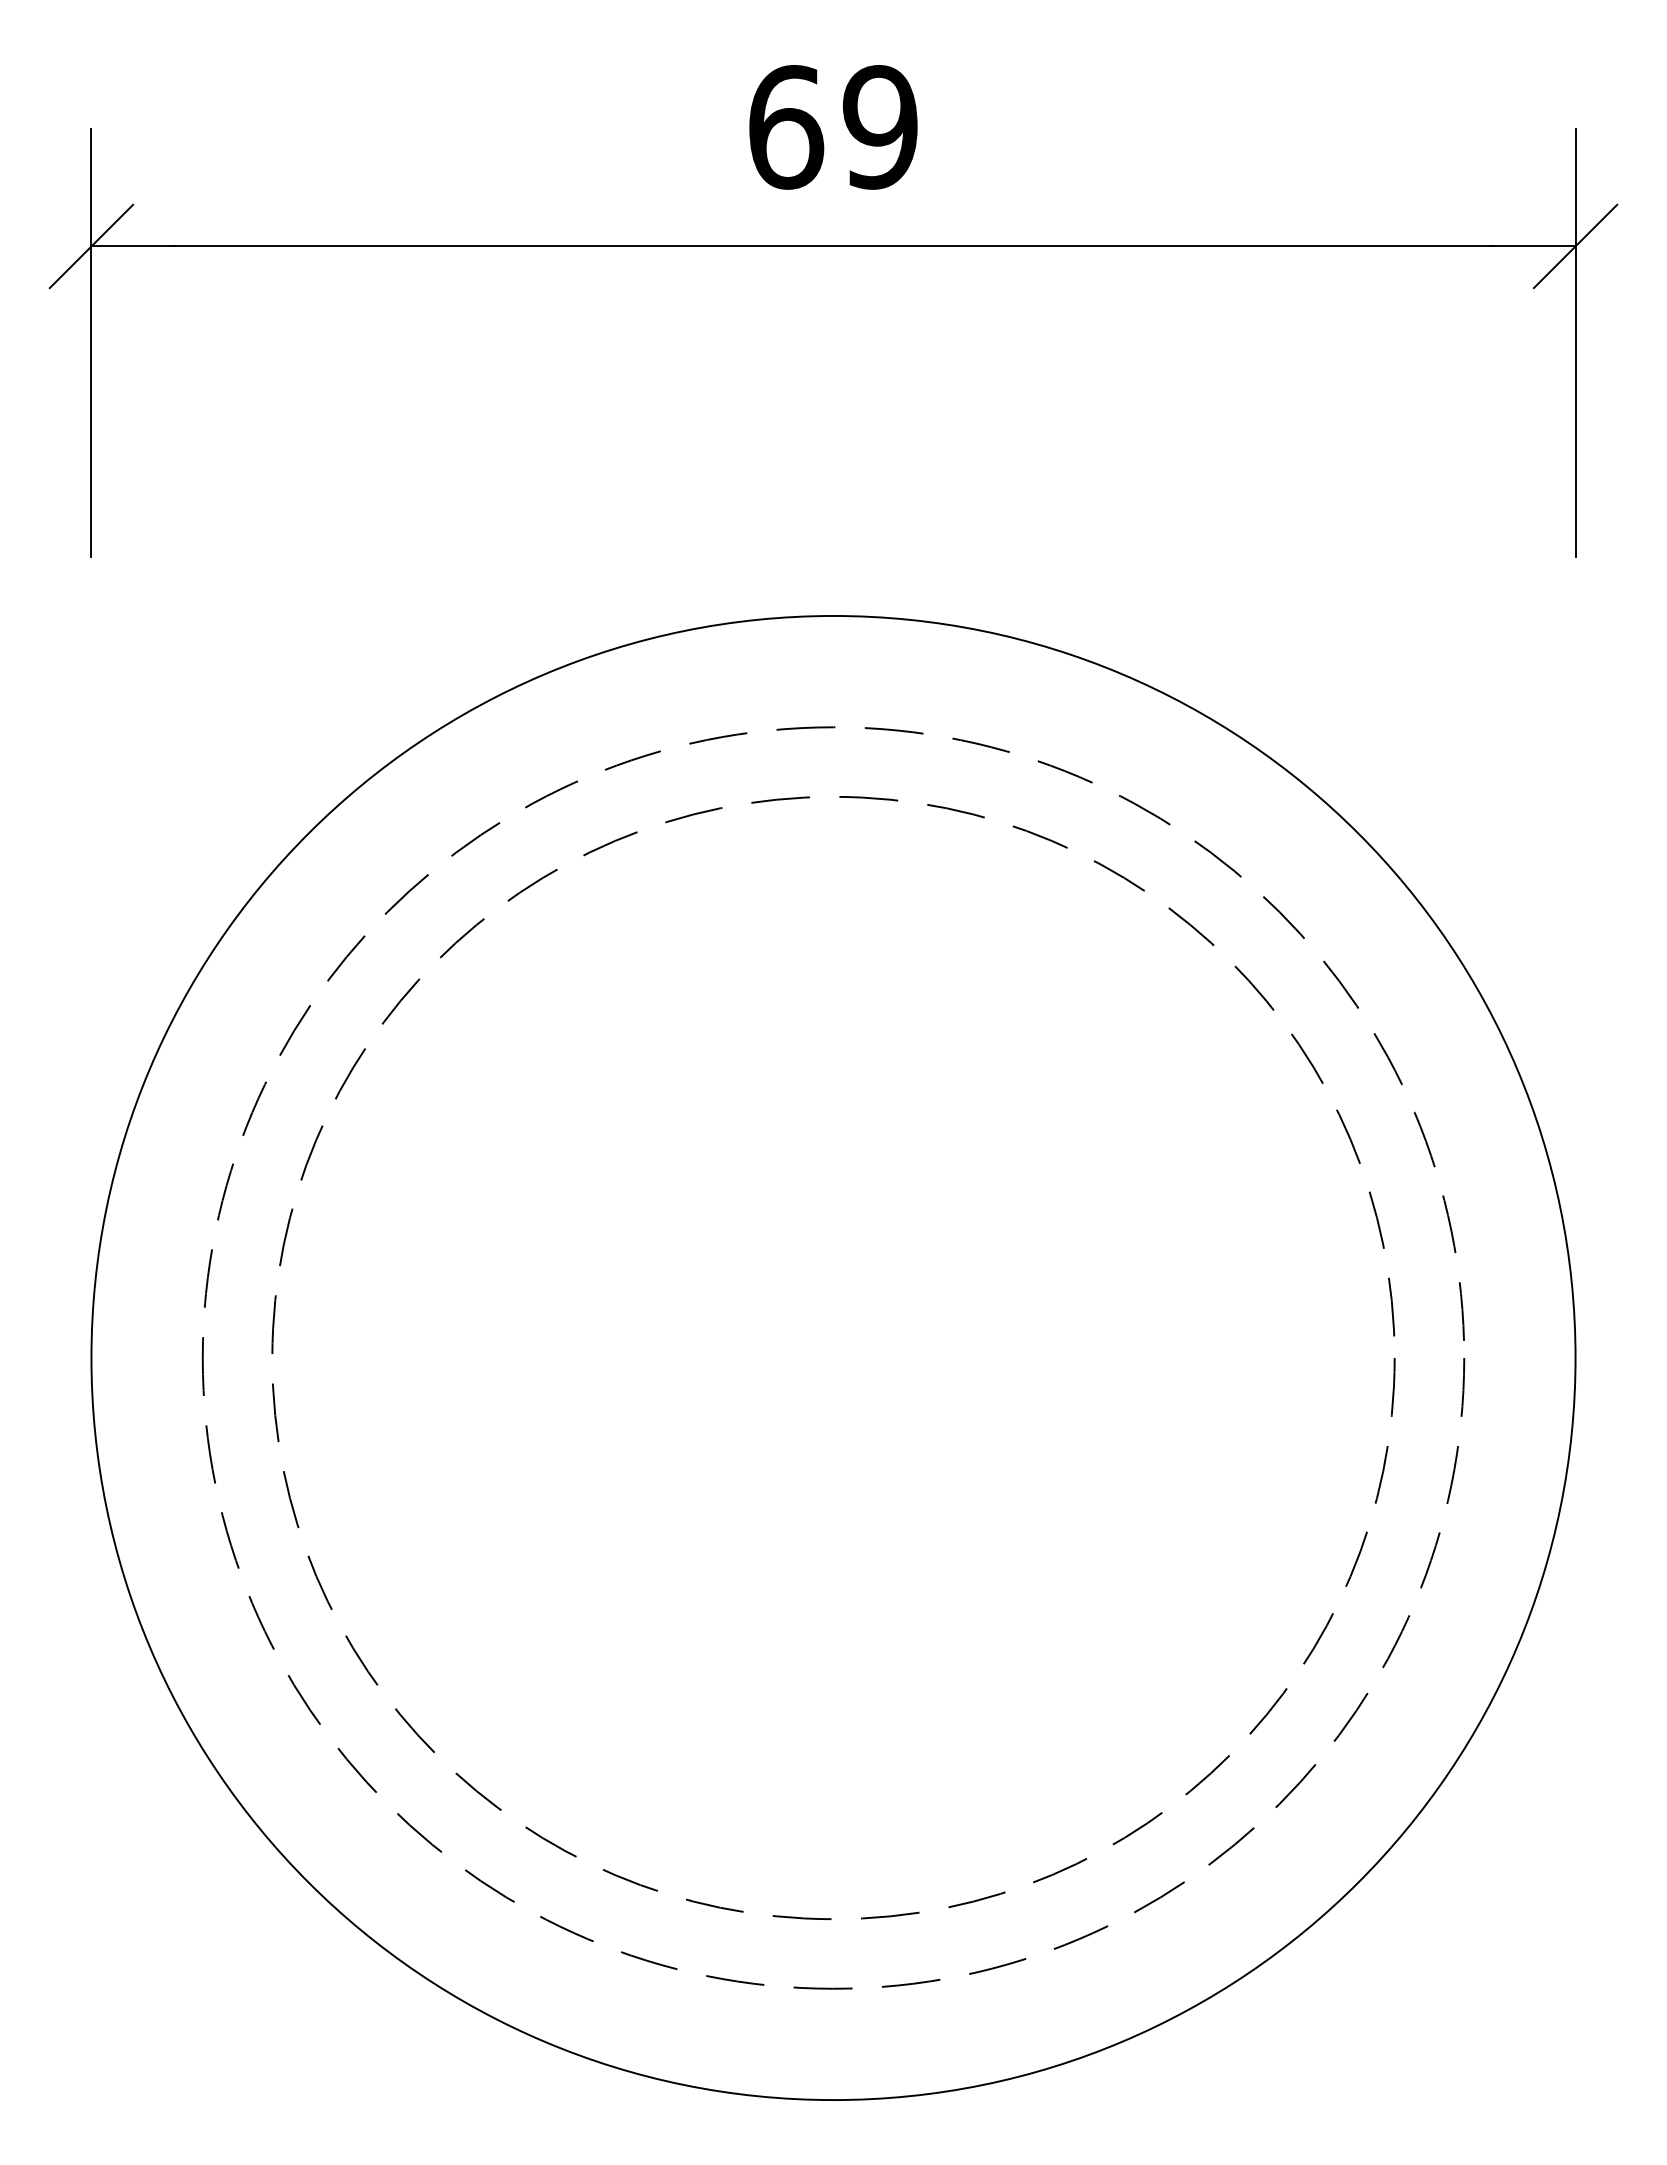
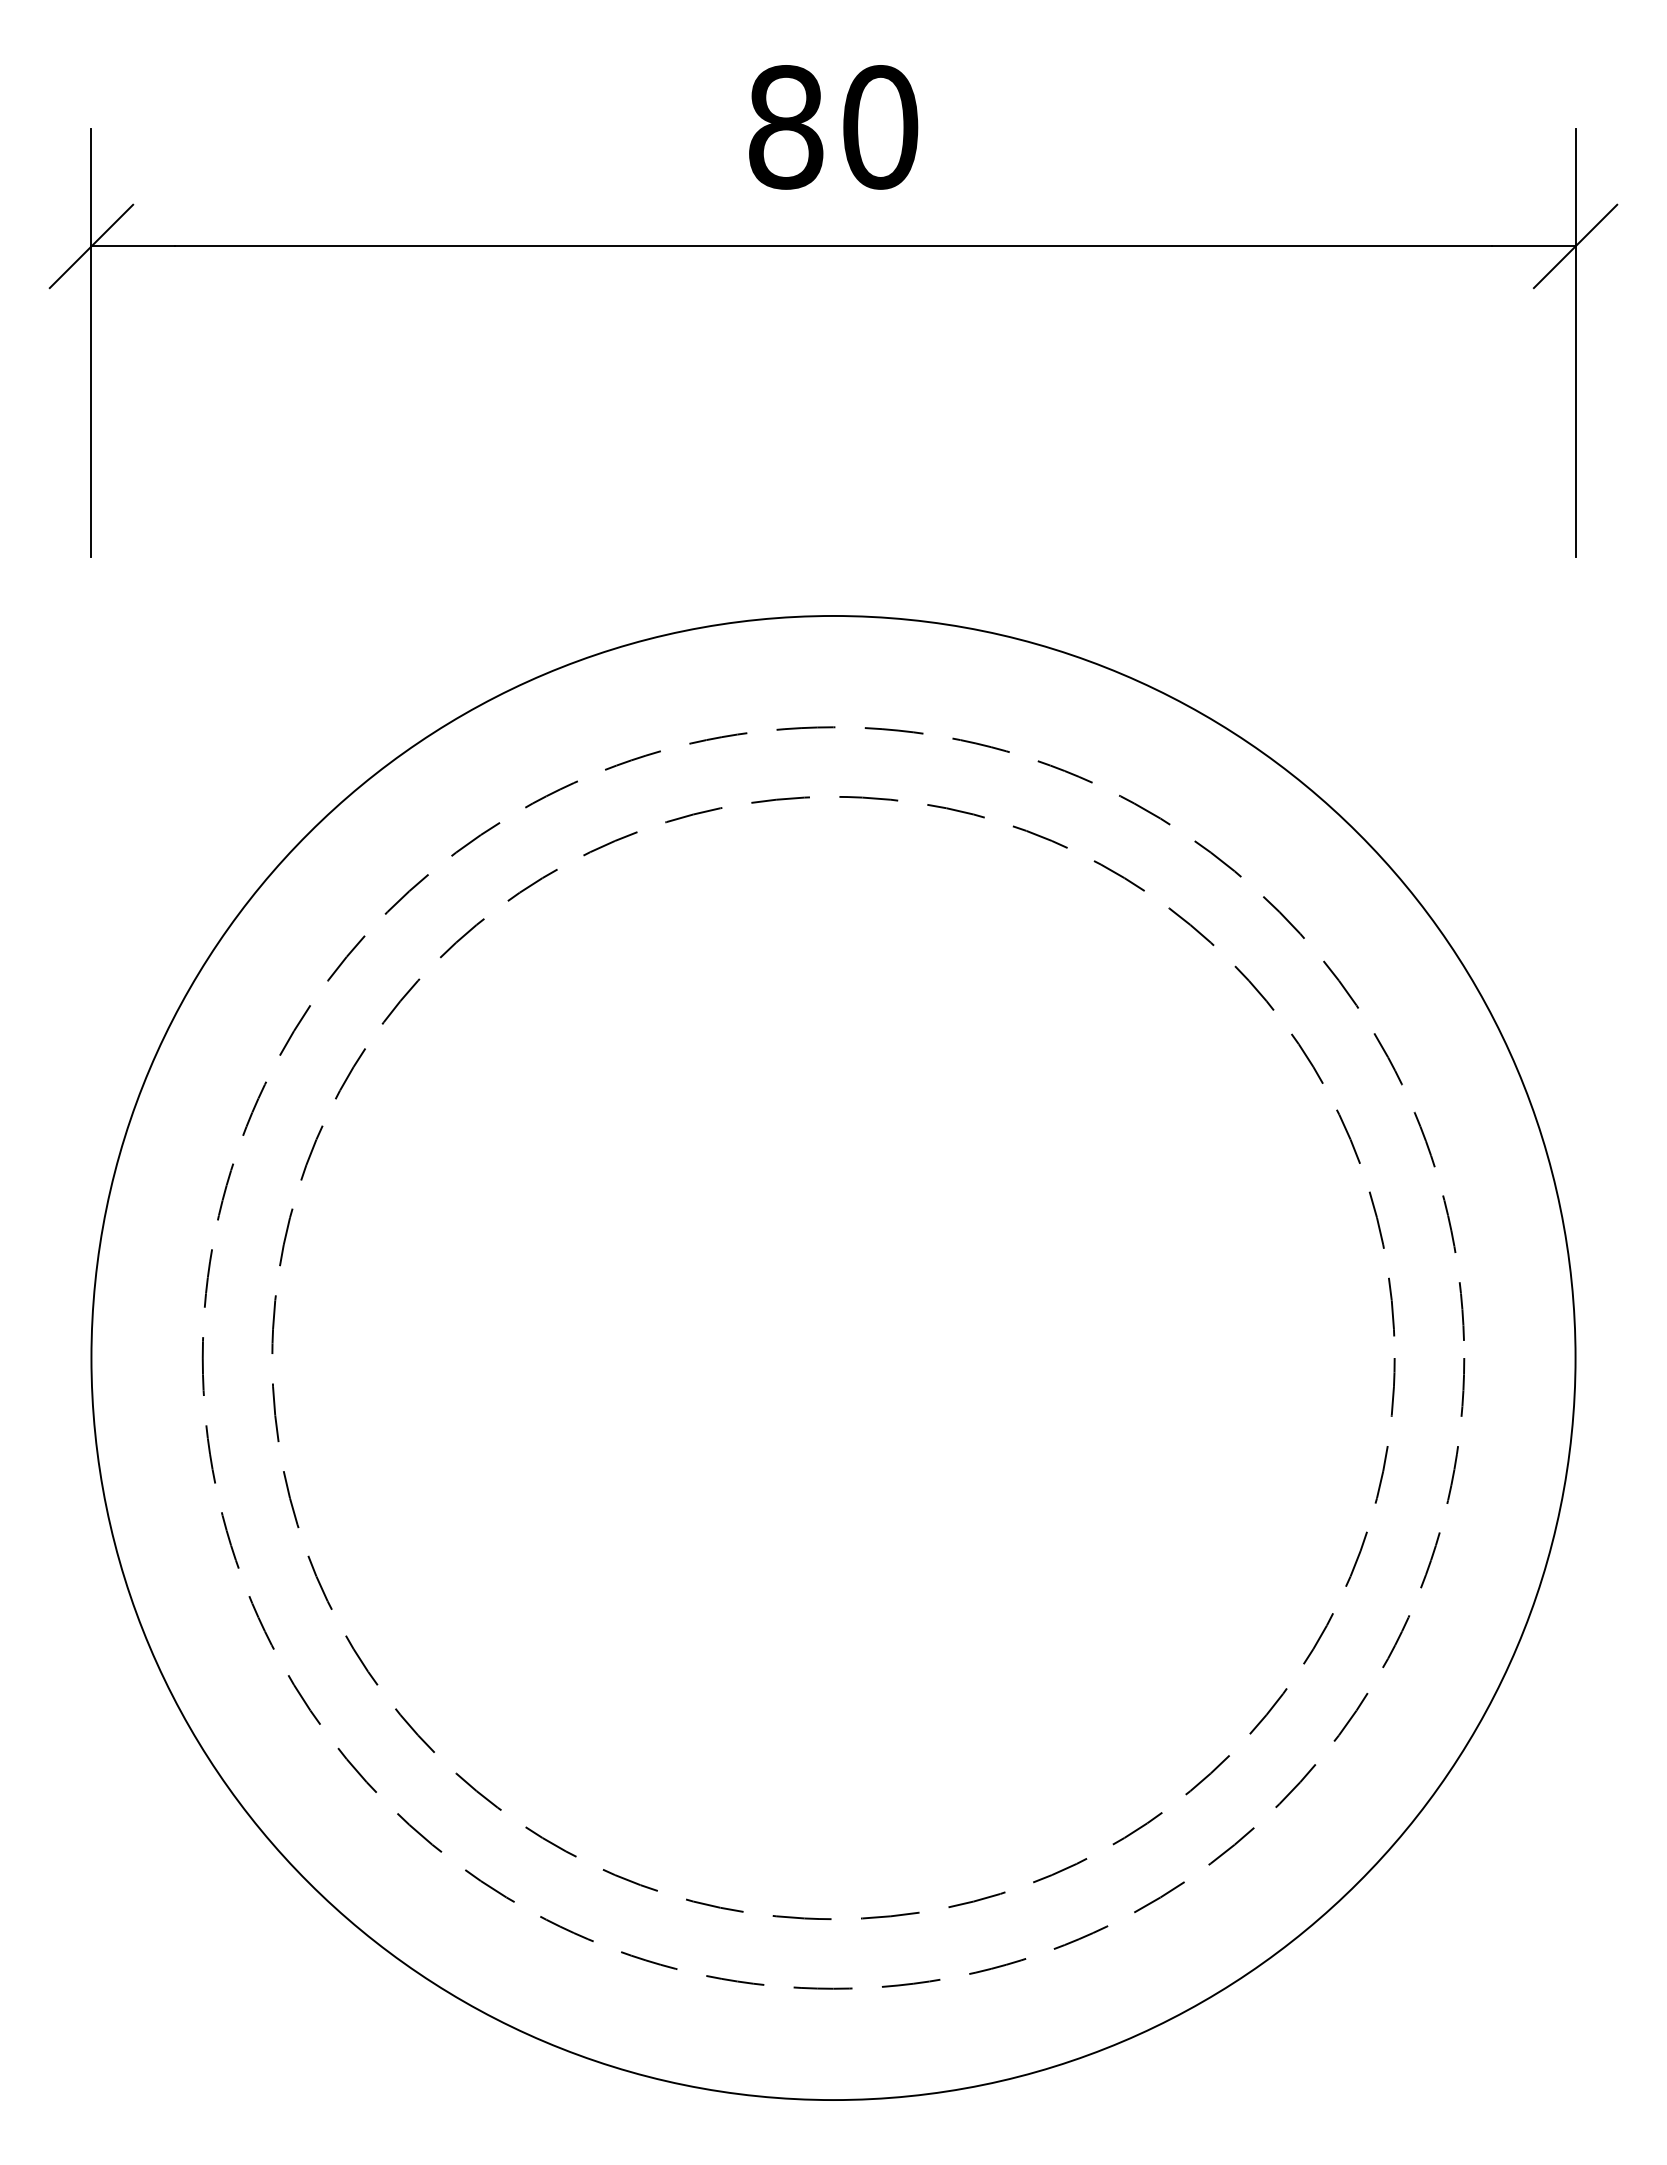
text at (833, 127): 69 -> 80
